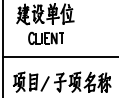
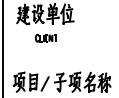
part at (45, 37) size: 36x14 px -> 22x9 px
line at (59, 56): present -> none
